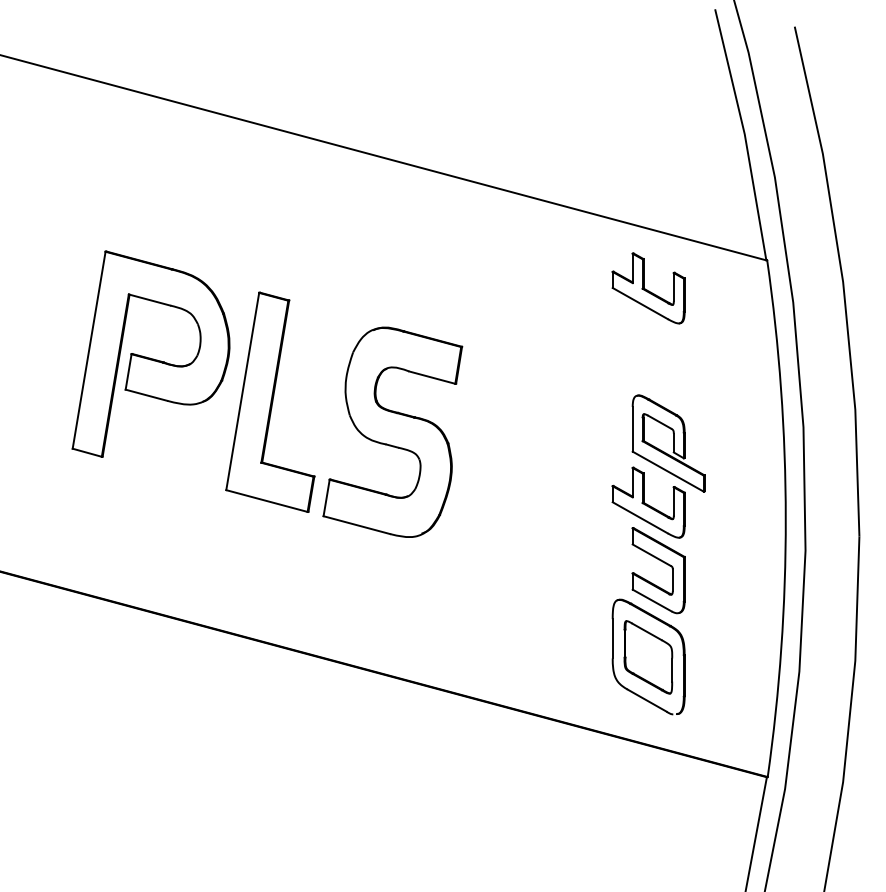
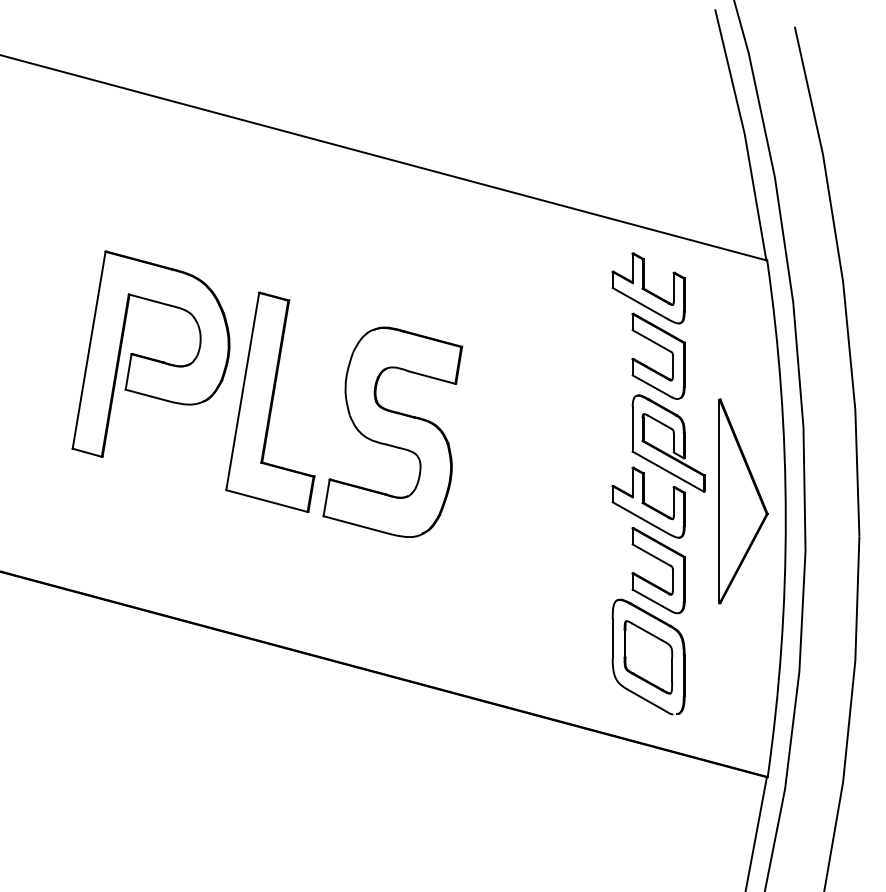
part at (662, 348): none -> present
part at (743, 501): none -> present
